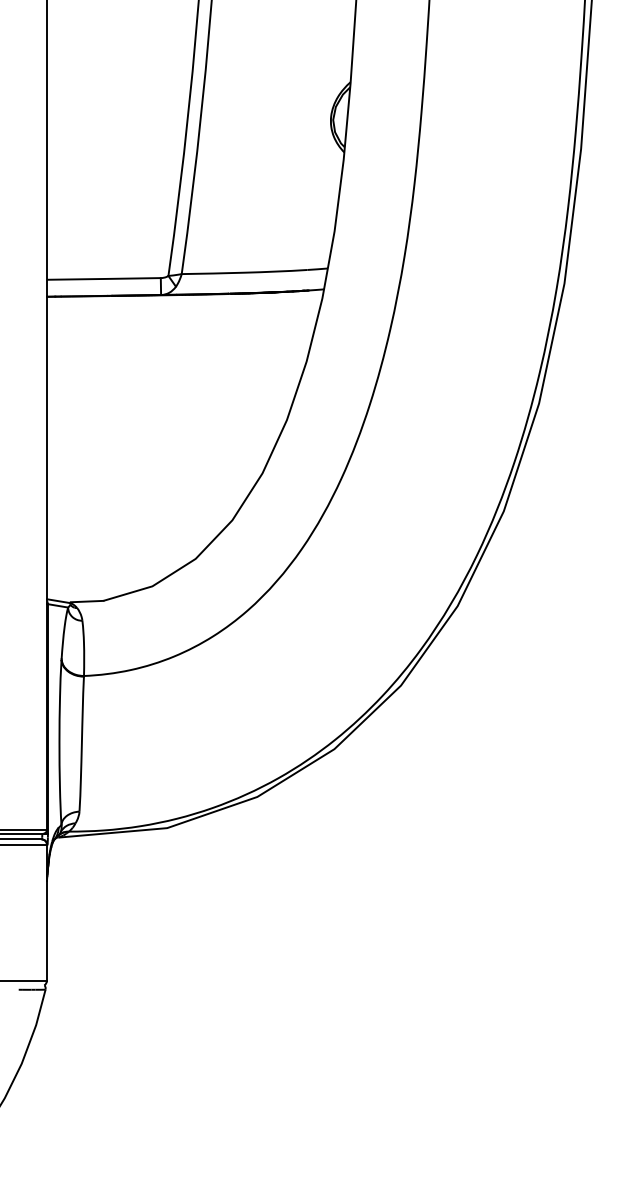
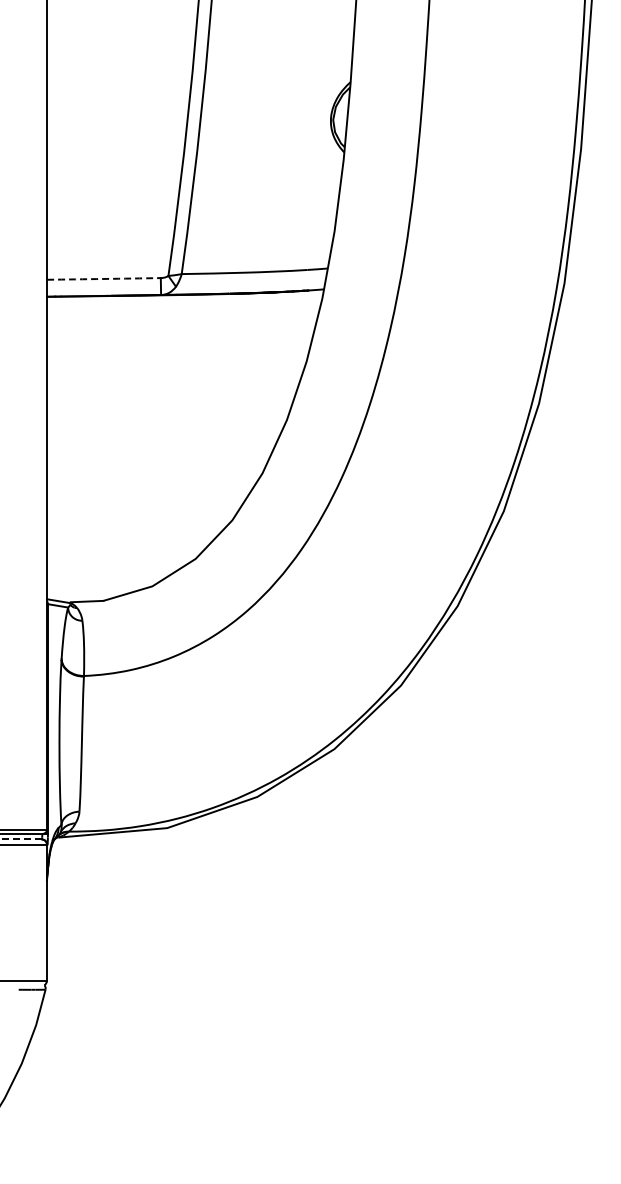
arc at (103, 278): solid -> dashed
line at (20, 839): solid -> dashed
